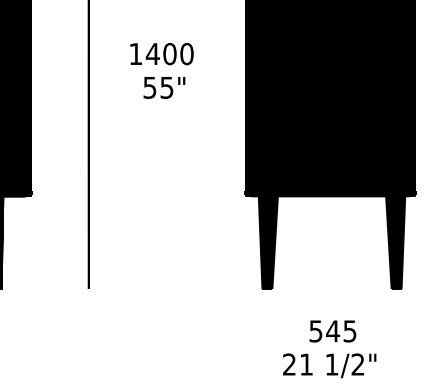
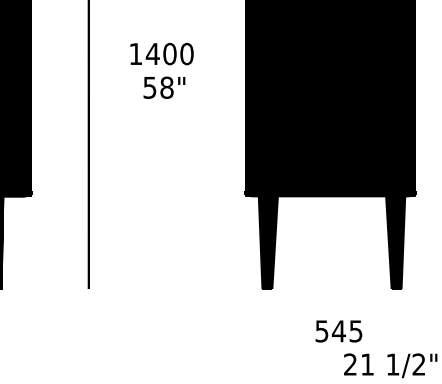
text at (166, 87): 55" -> 58"
text at (332, 331) position: (332, 331) -> (338, 331)
text at (329, 365) position: (329, 365) -> (390, 365)
